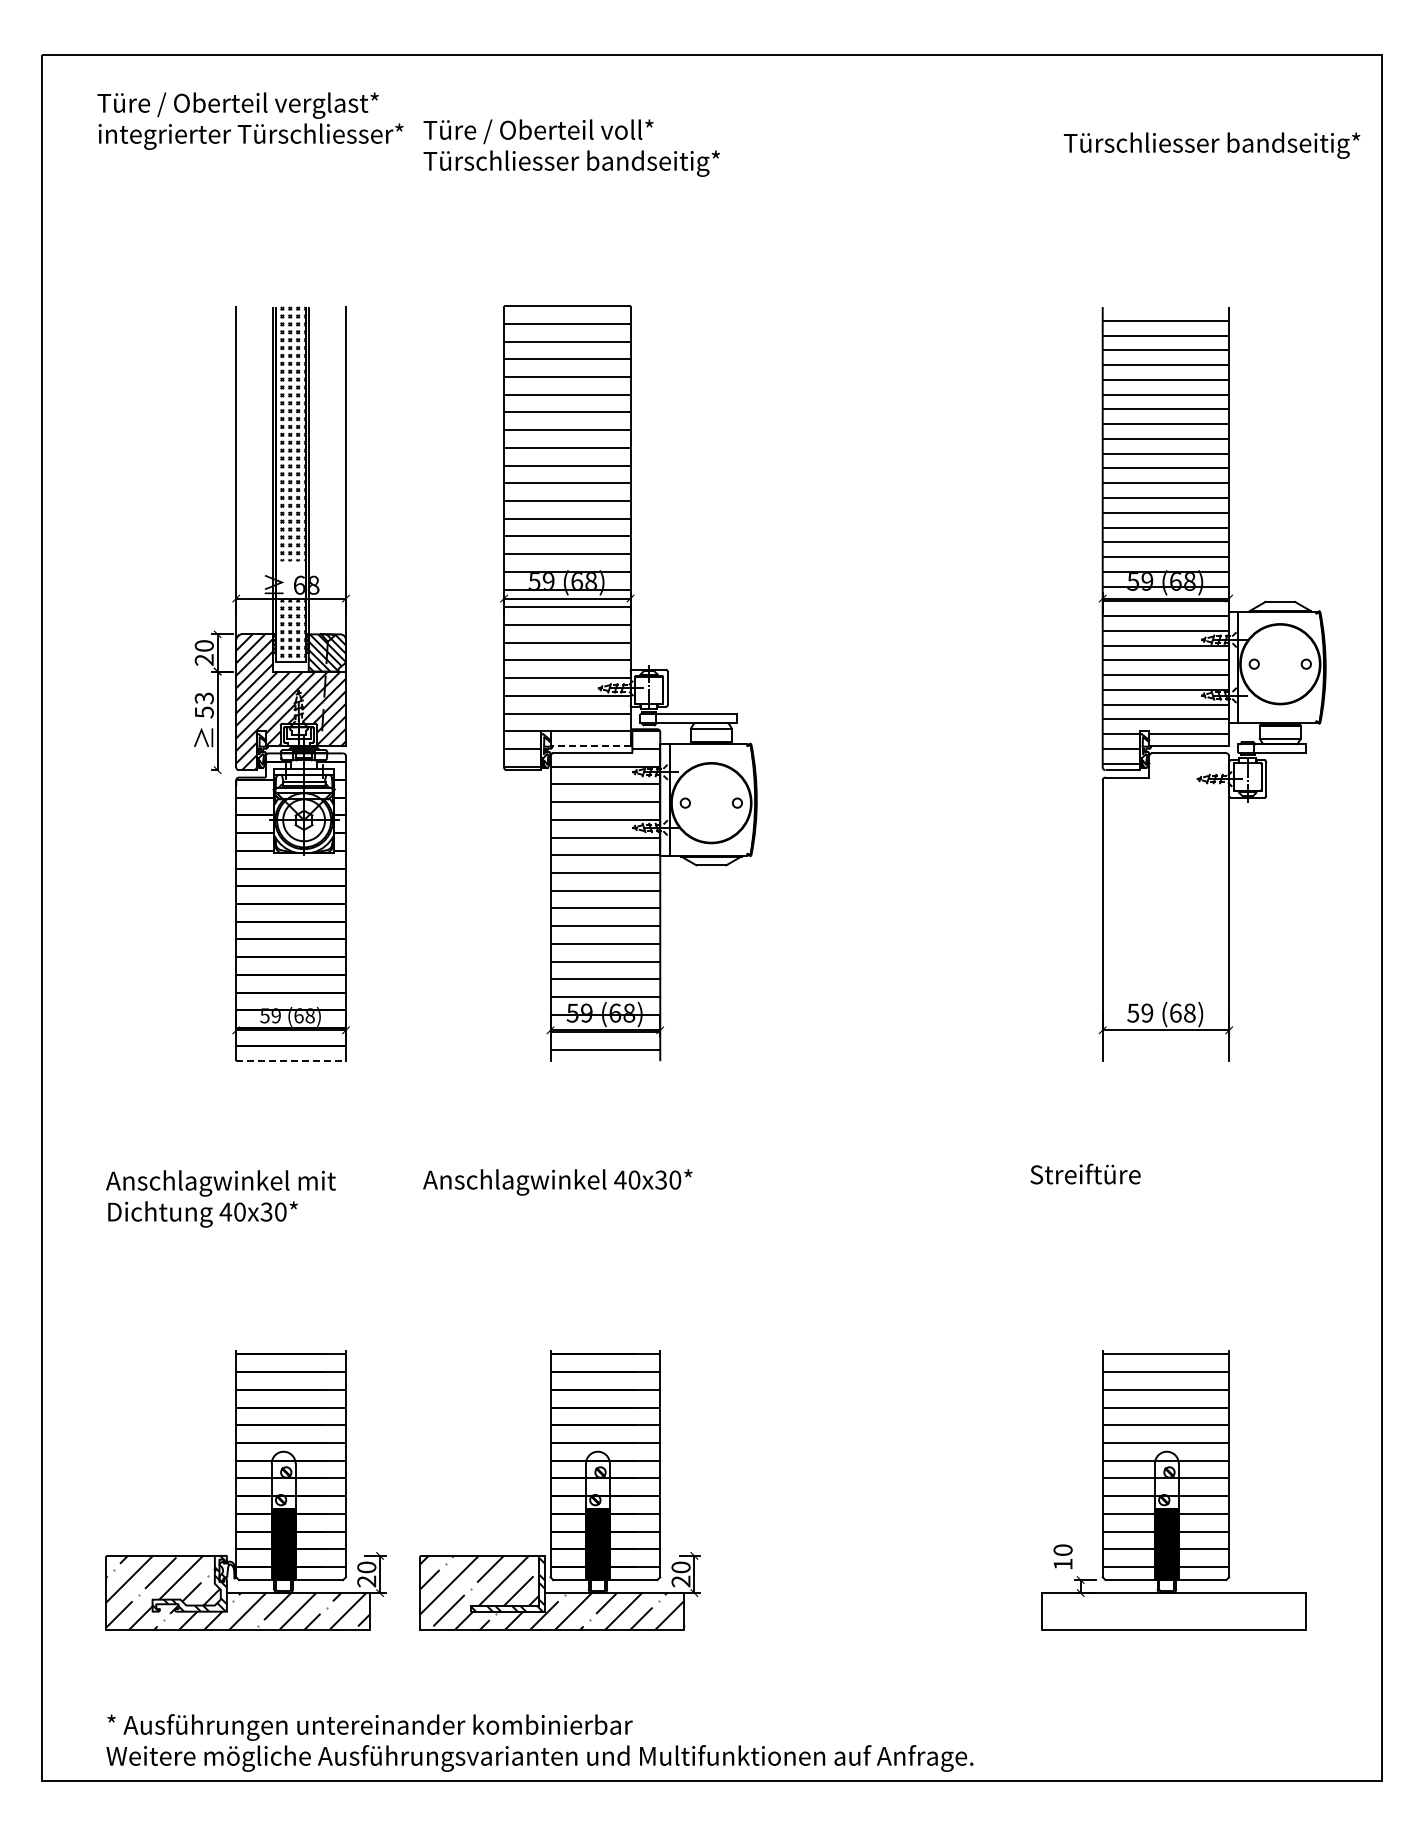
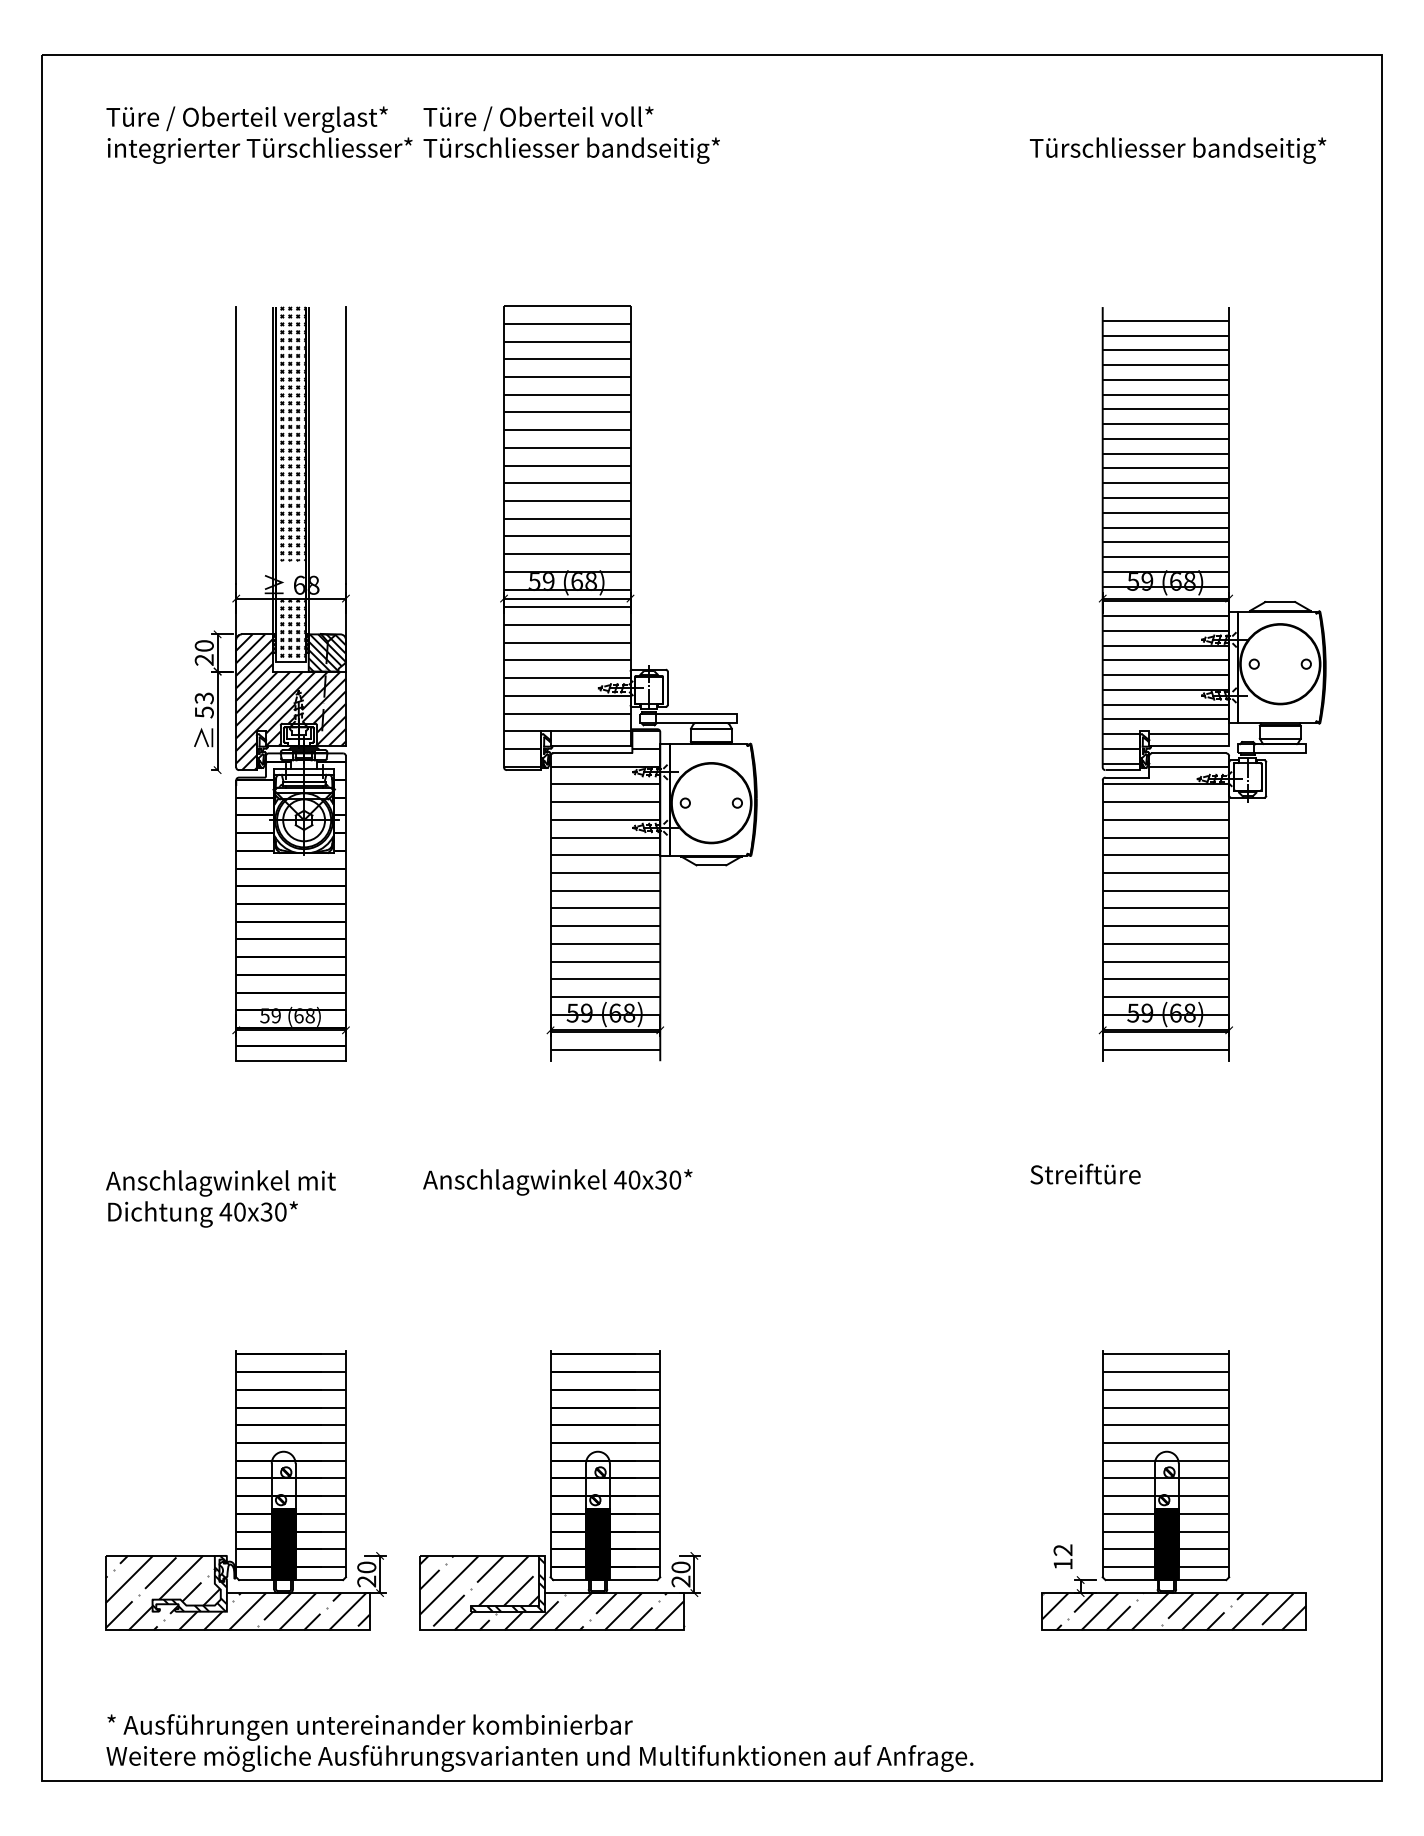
text at (250, 120) position: (250, 120) -> (259, 134)
text at (1211, 145) position: (1211, 145) -> (1177, 150)
text at (571, 147) position: (571, 147) -> (571, 134)
line at (590, 745): dashed -> solid
hatch at (1165, 908): none -> present
line at (291, 1061): dashed -> solid
text at (1062, 1550): 10 -> 12
hatch at (1174, 1611): none -> present
